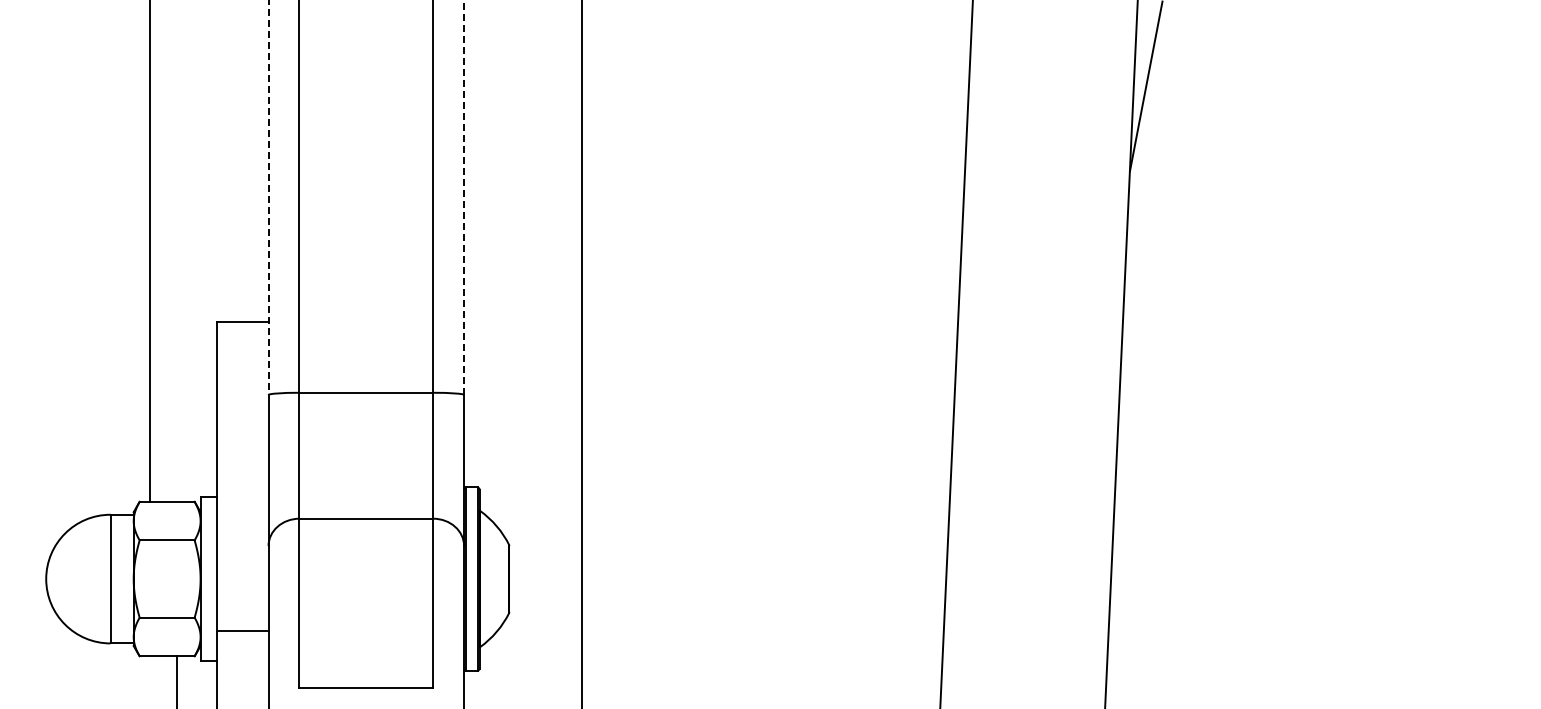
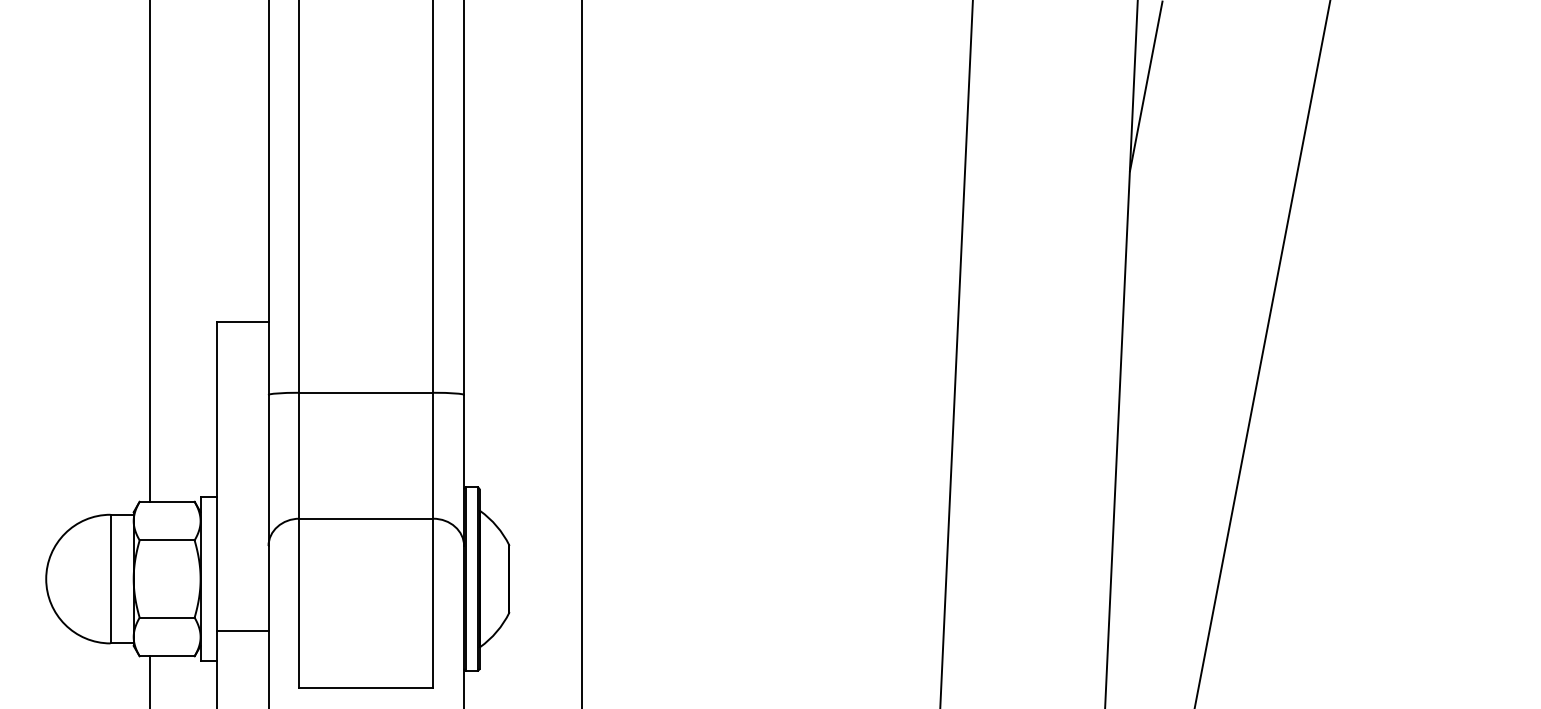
line at (464, 197): dashed -> solid
line at (268, 198): dashed -> solid
line at (1262, 353): none -> present
line at (177, 680) position: (177, 680) -> (150, 680)
